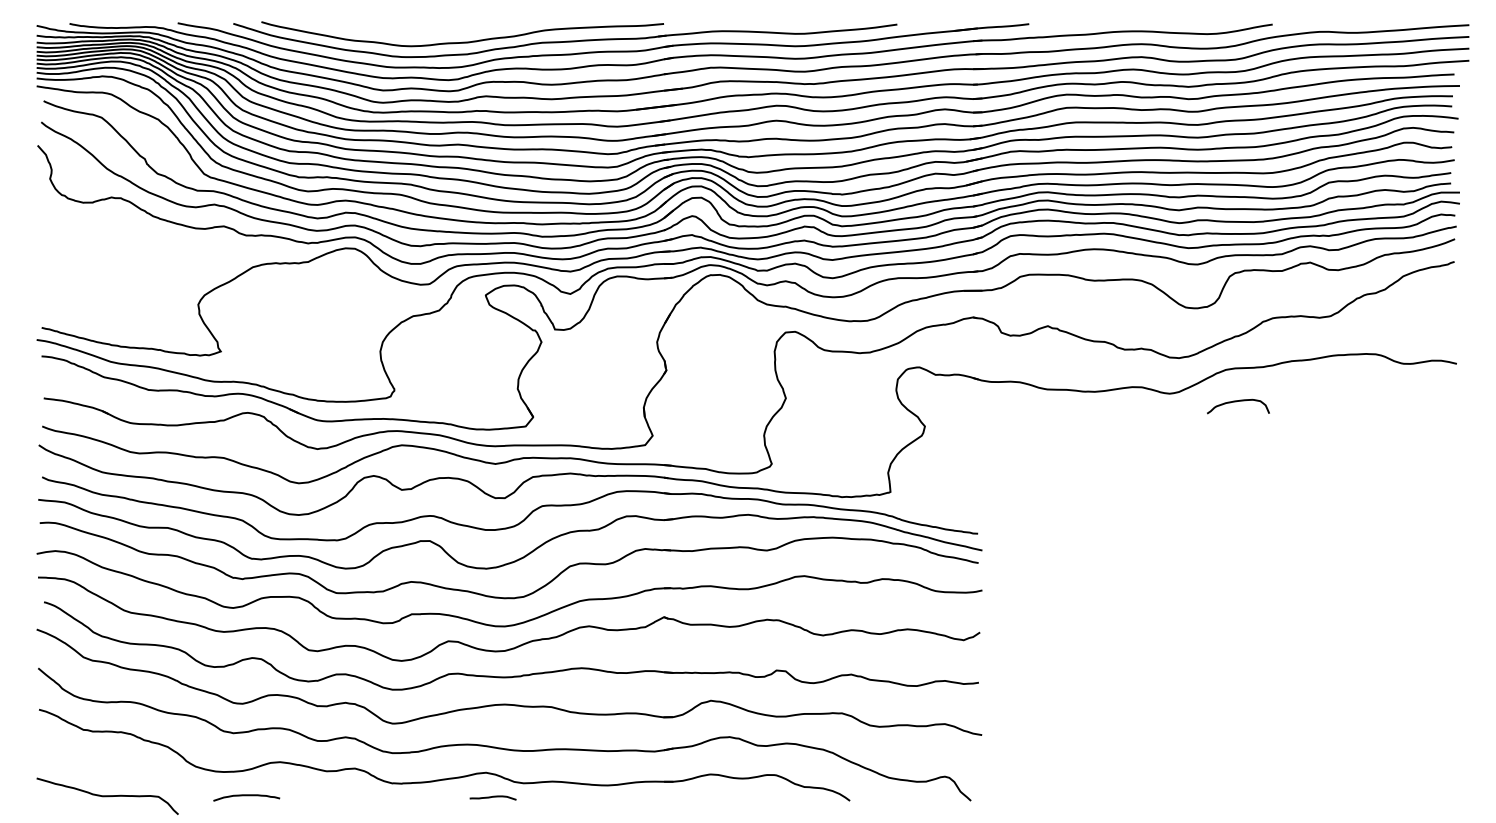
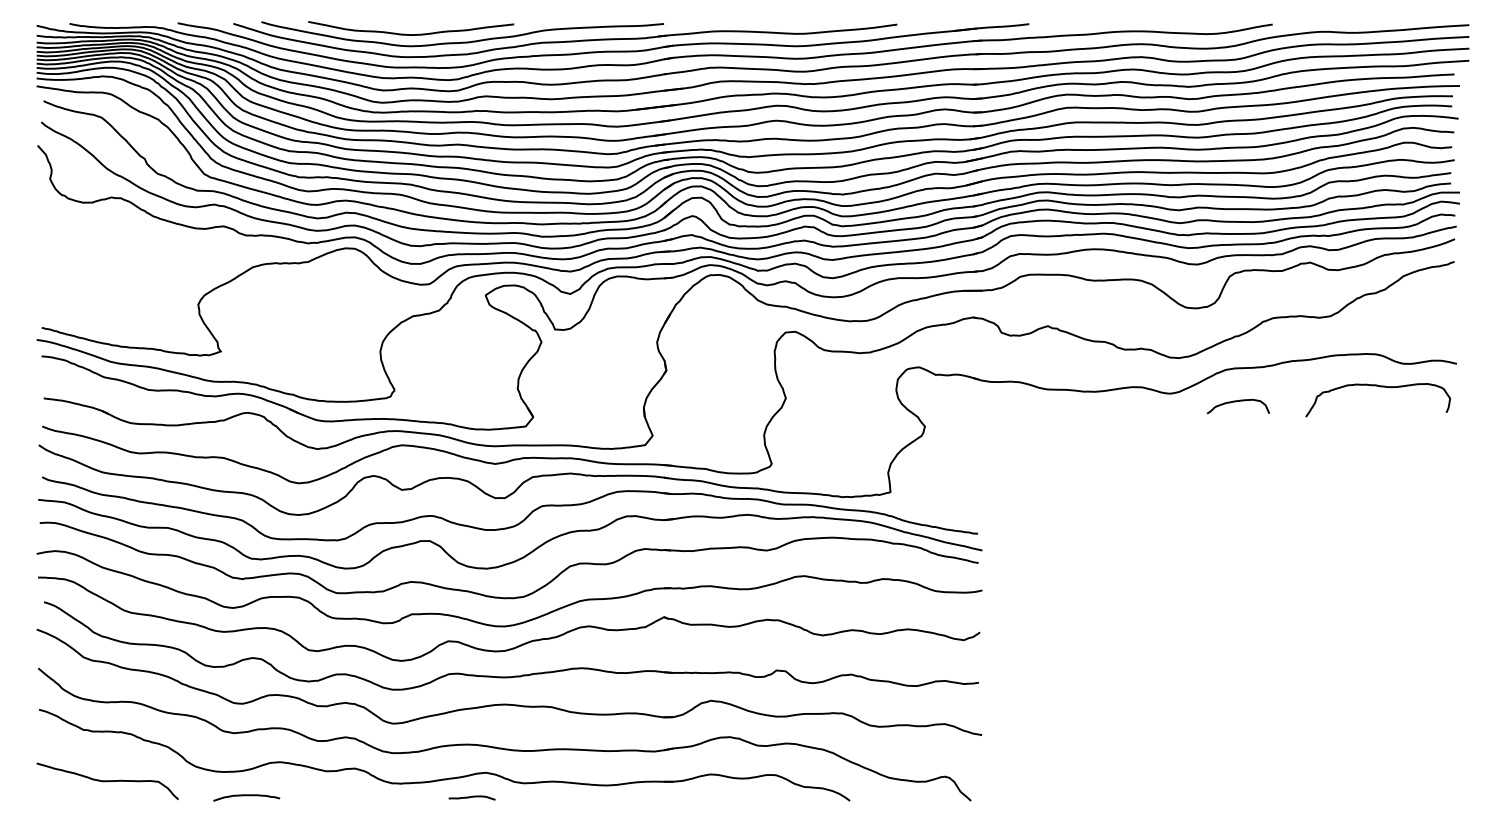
curve at (411, 34): none -> present
curve at (1380, 387): none -> present
curve at (107, 795) position: (107, 795) -> (107, 780)
curve at (492, 797) position: (492, 797) -> (471, 797)
